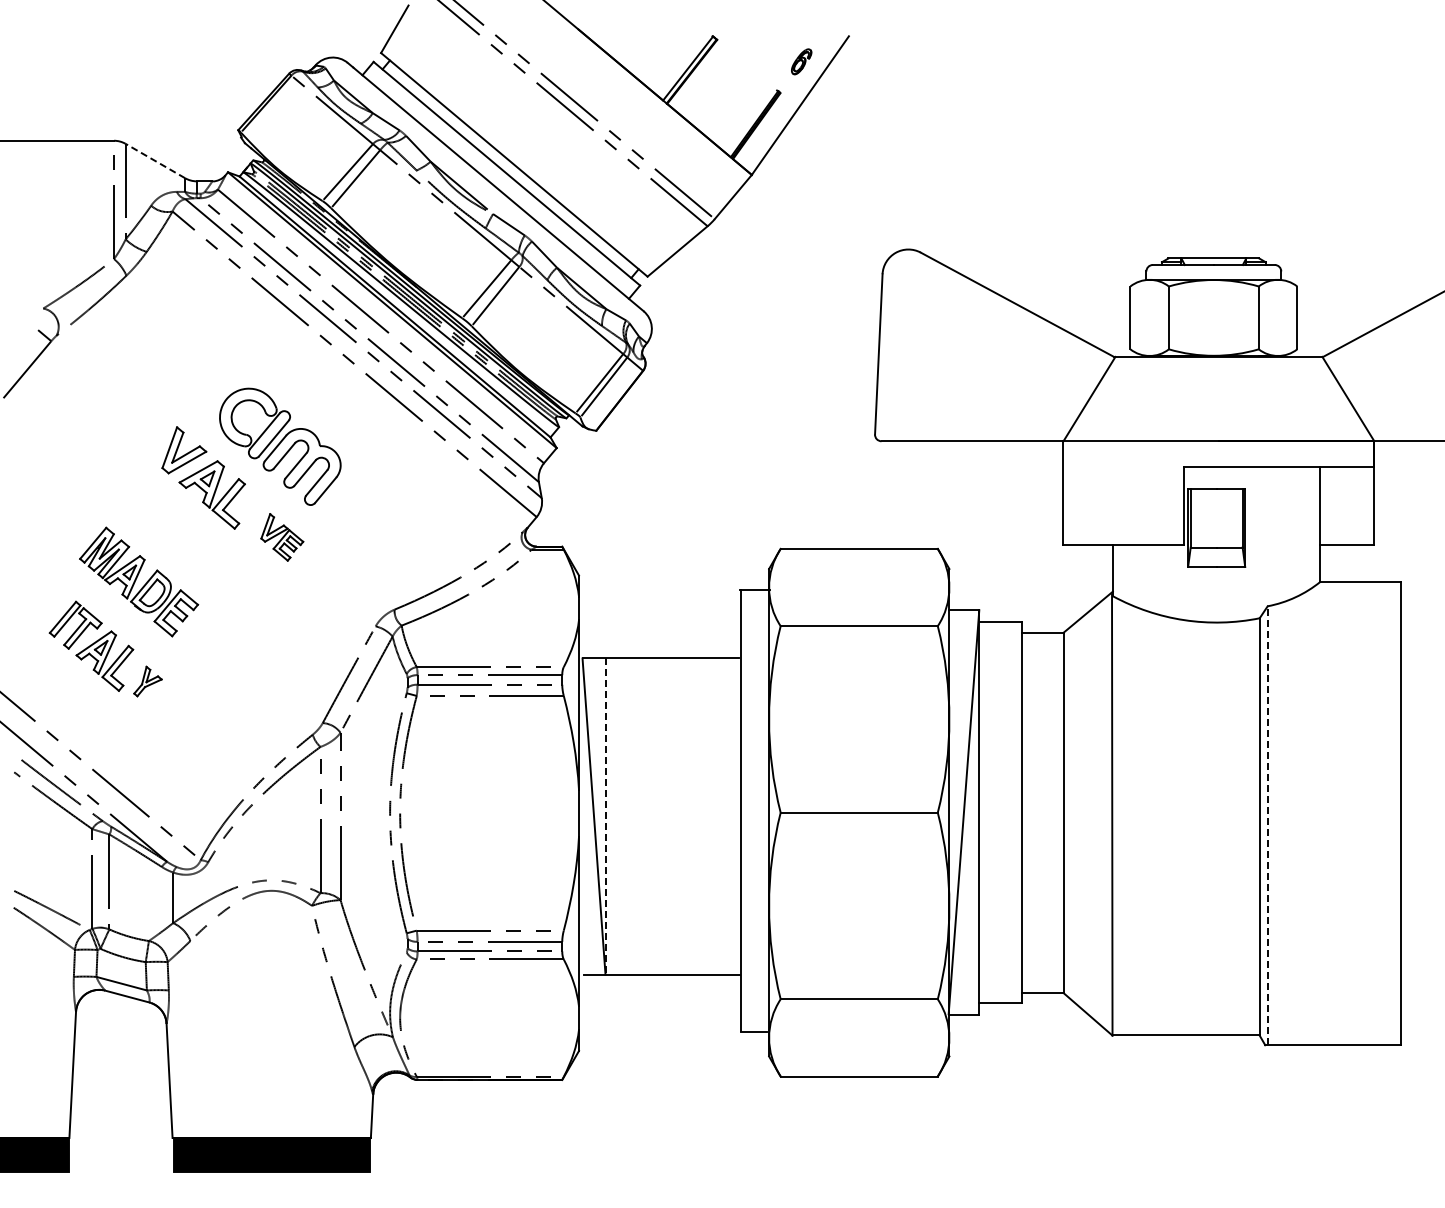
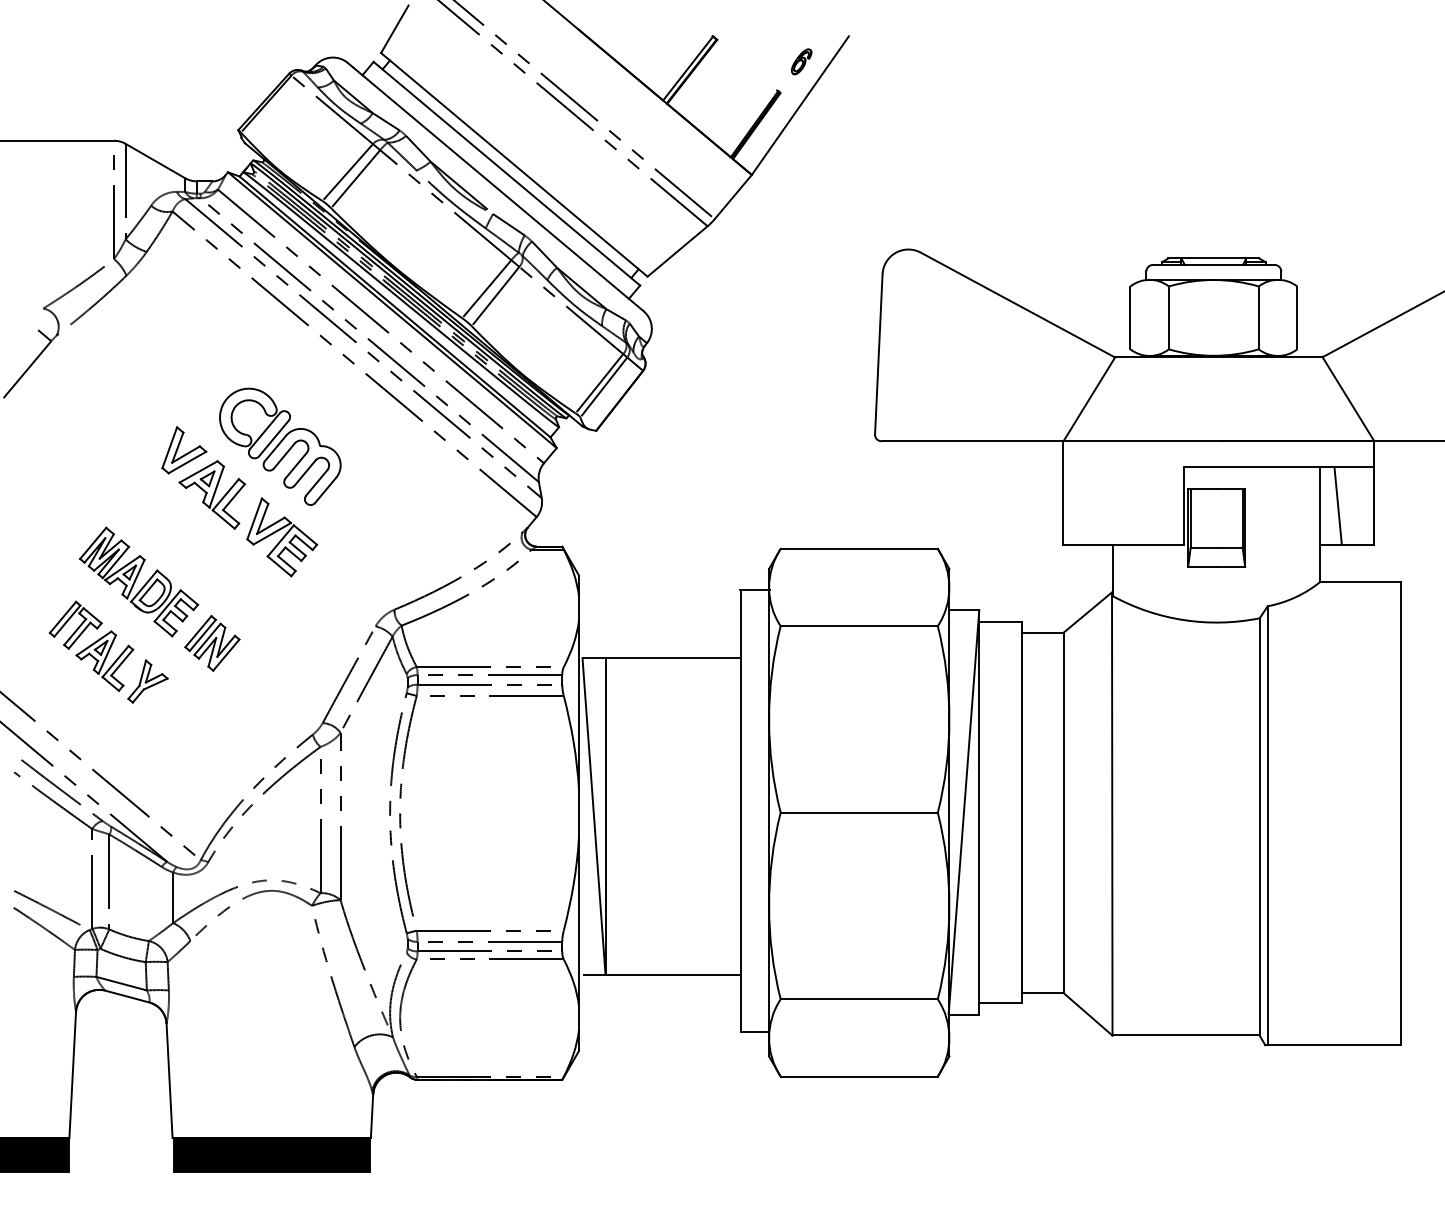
line at (154, 160): dashed -> solid
line at (1337, 506): none -> present
part at (282, 537) size: 45x49 px -> 73x81 px
part at (212, 643): none -> present
part at (147, 681) size: 30x33 px -> 42x45 px
line at (605, 817): dashed -> solid
line at (1267, 825): dashed -> solid
